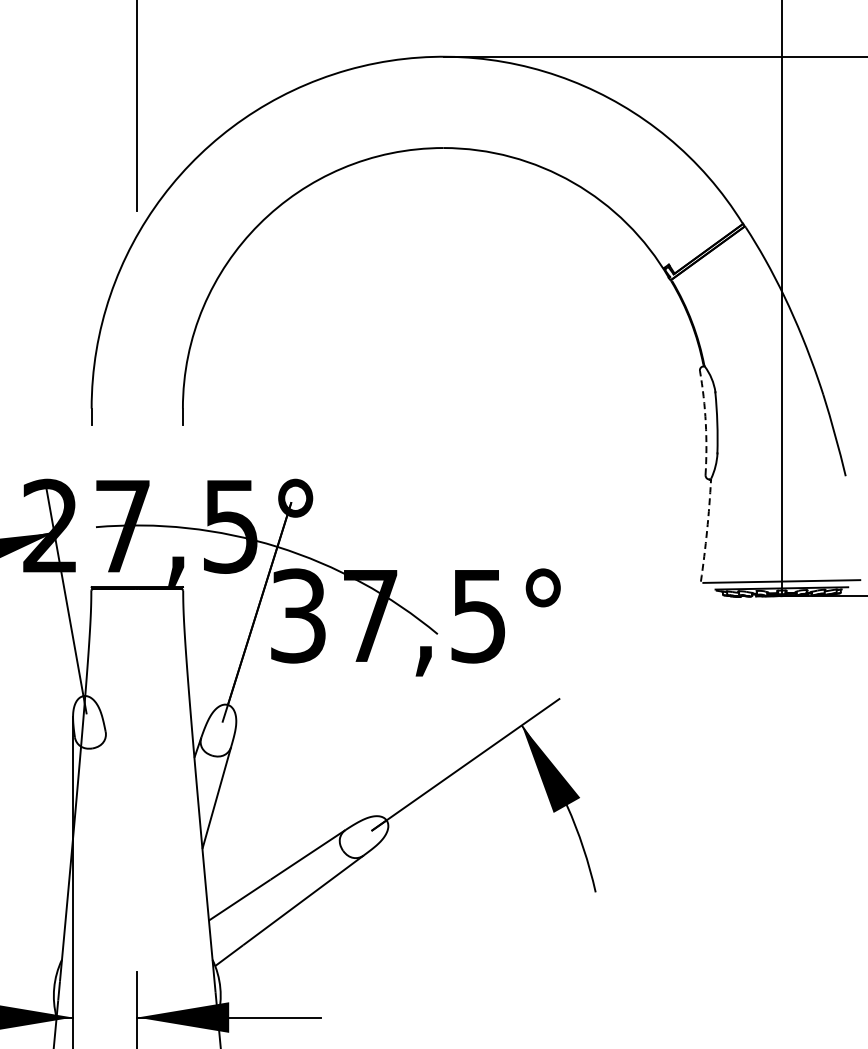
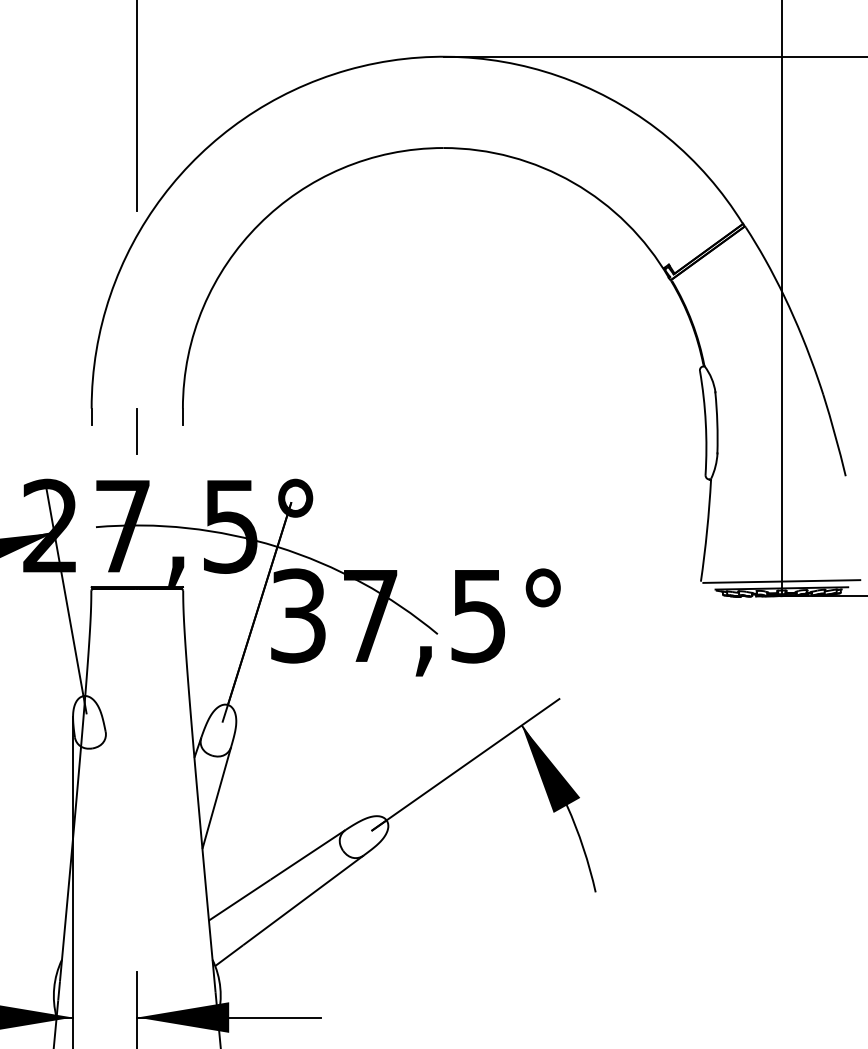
arc at (705, 422): dashed -> solid
line at (136, 431): none -> present
arc at (707, 530): dashed -> solid
